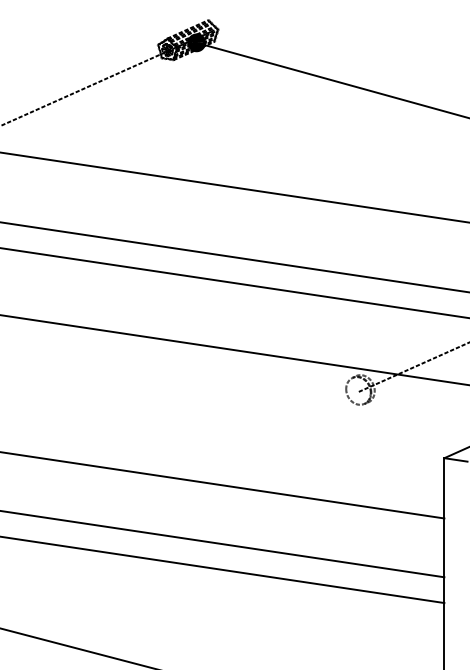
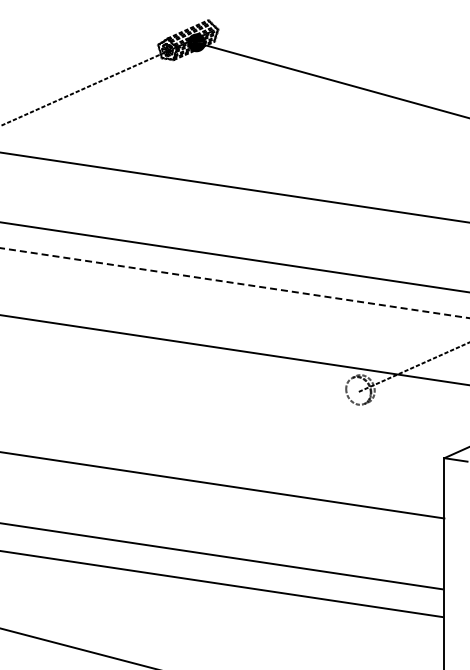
line at (235, 283): solid -> dashed
line at (223, 544) position: (223, 544) -> (222, 556)
line at (223, 569) position: (223, 569) -> (222, 584)
